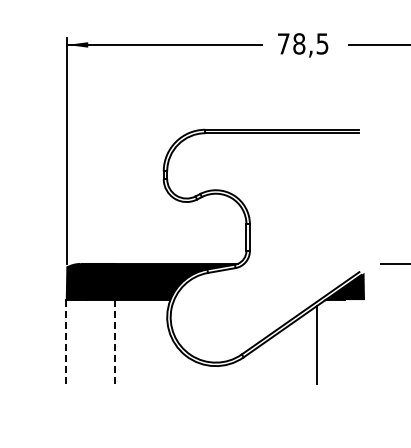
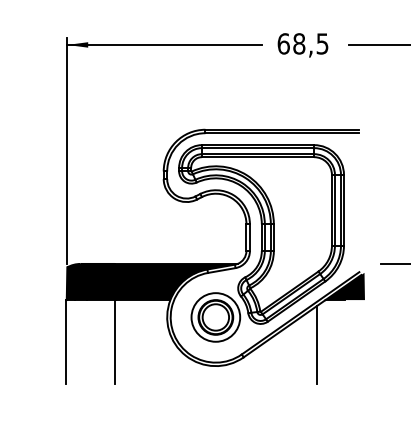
text at (283, 43): 78,5 -> 68,5
part at (261, 243): none -> present
line at (66, 341): dashed -> solid
line at (115, 341): dashed -> solid
